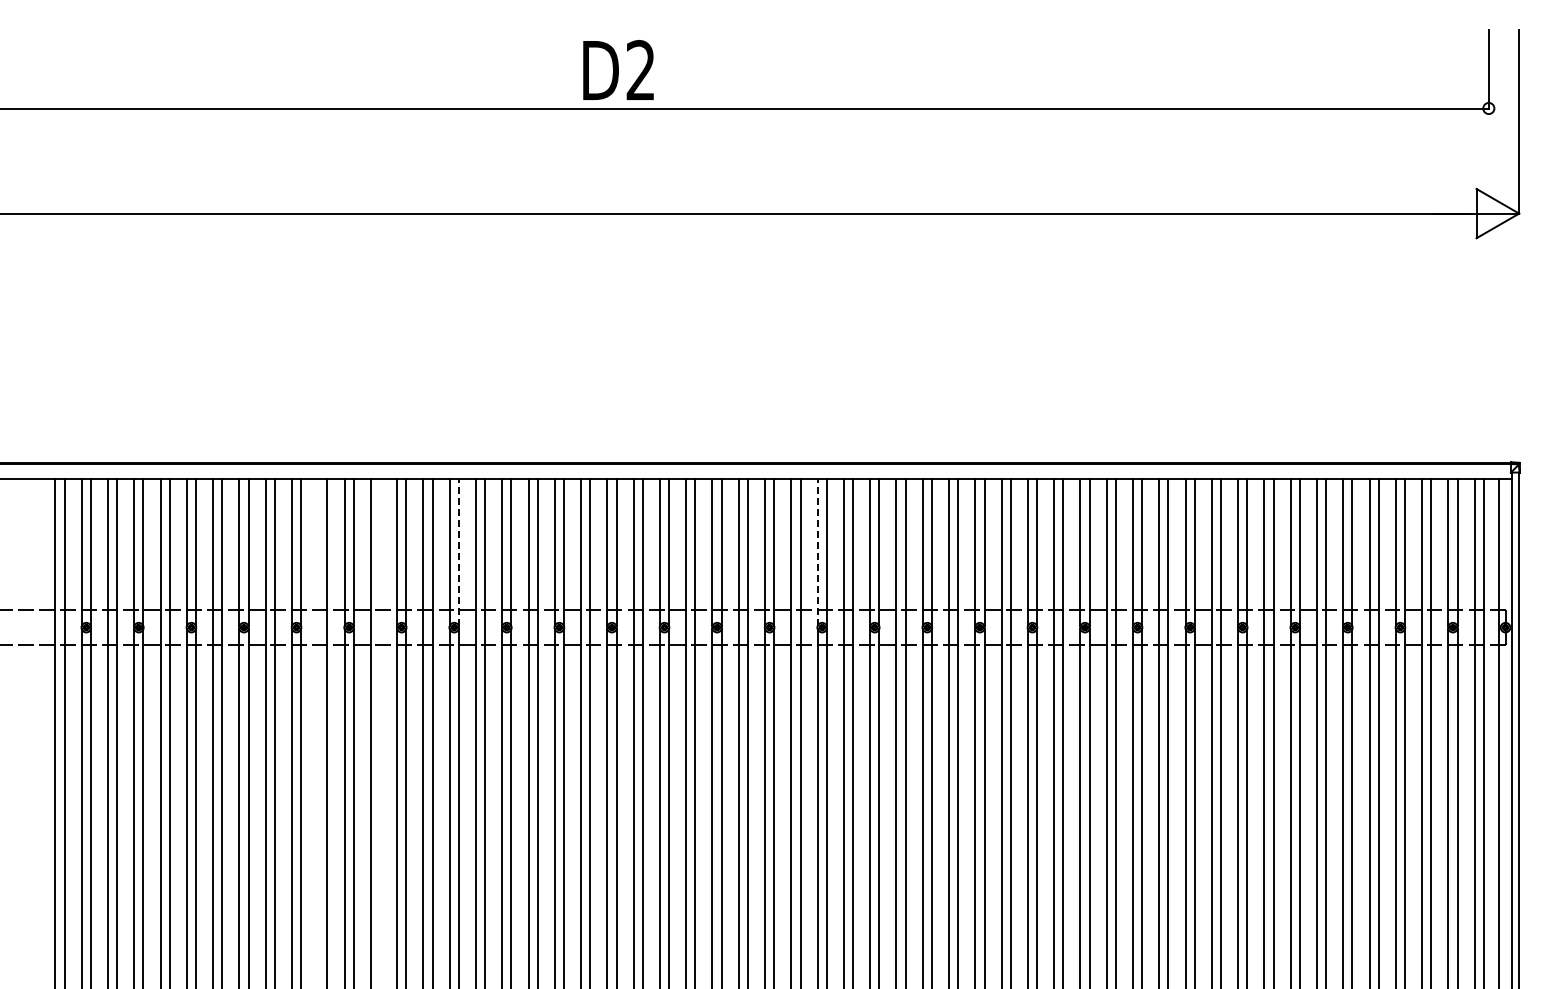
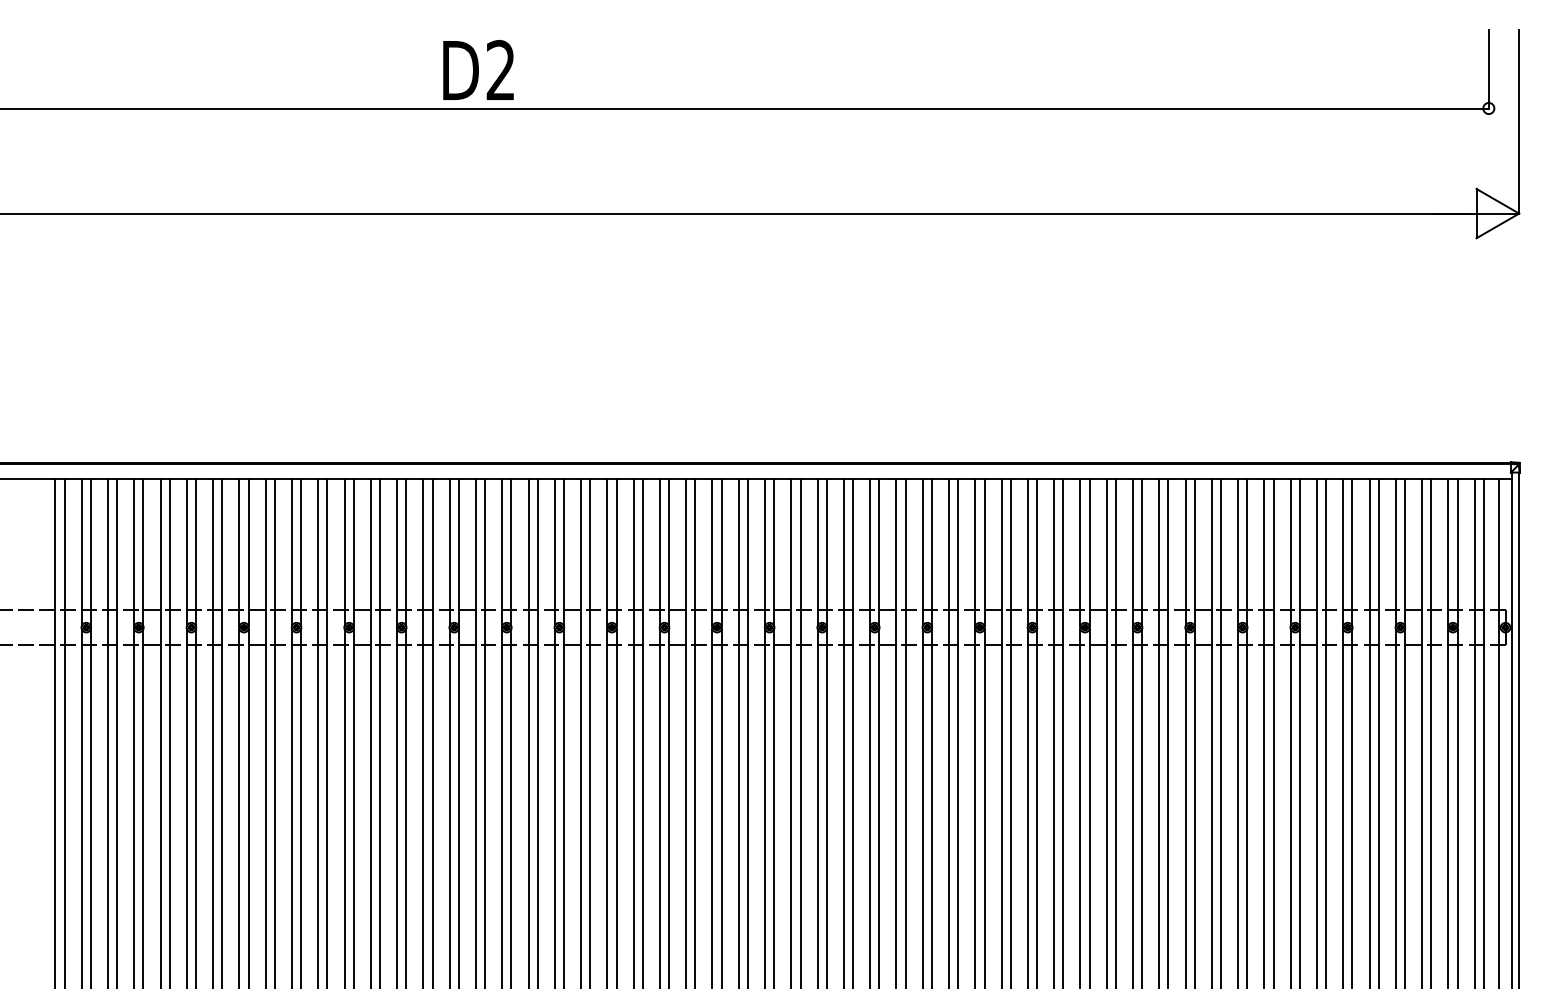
text at (618, 69) position: (618, 69) -> (478, 69)
line at (458, 552): dashed -> solid
line at (817, 552): dashed -> solid
line at (318, 732): none -> present
line at (380, 732): none -> present
